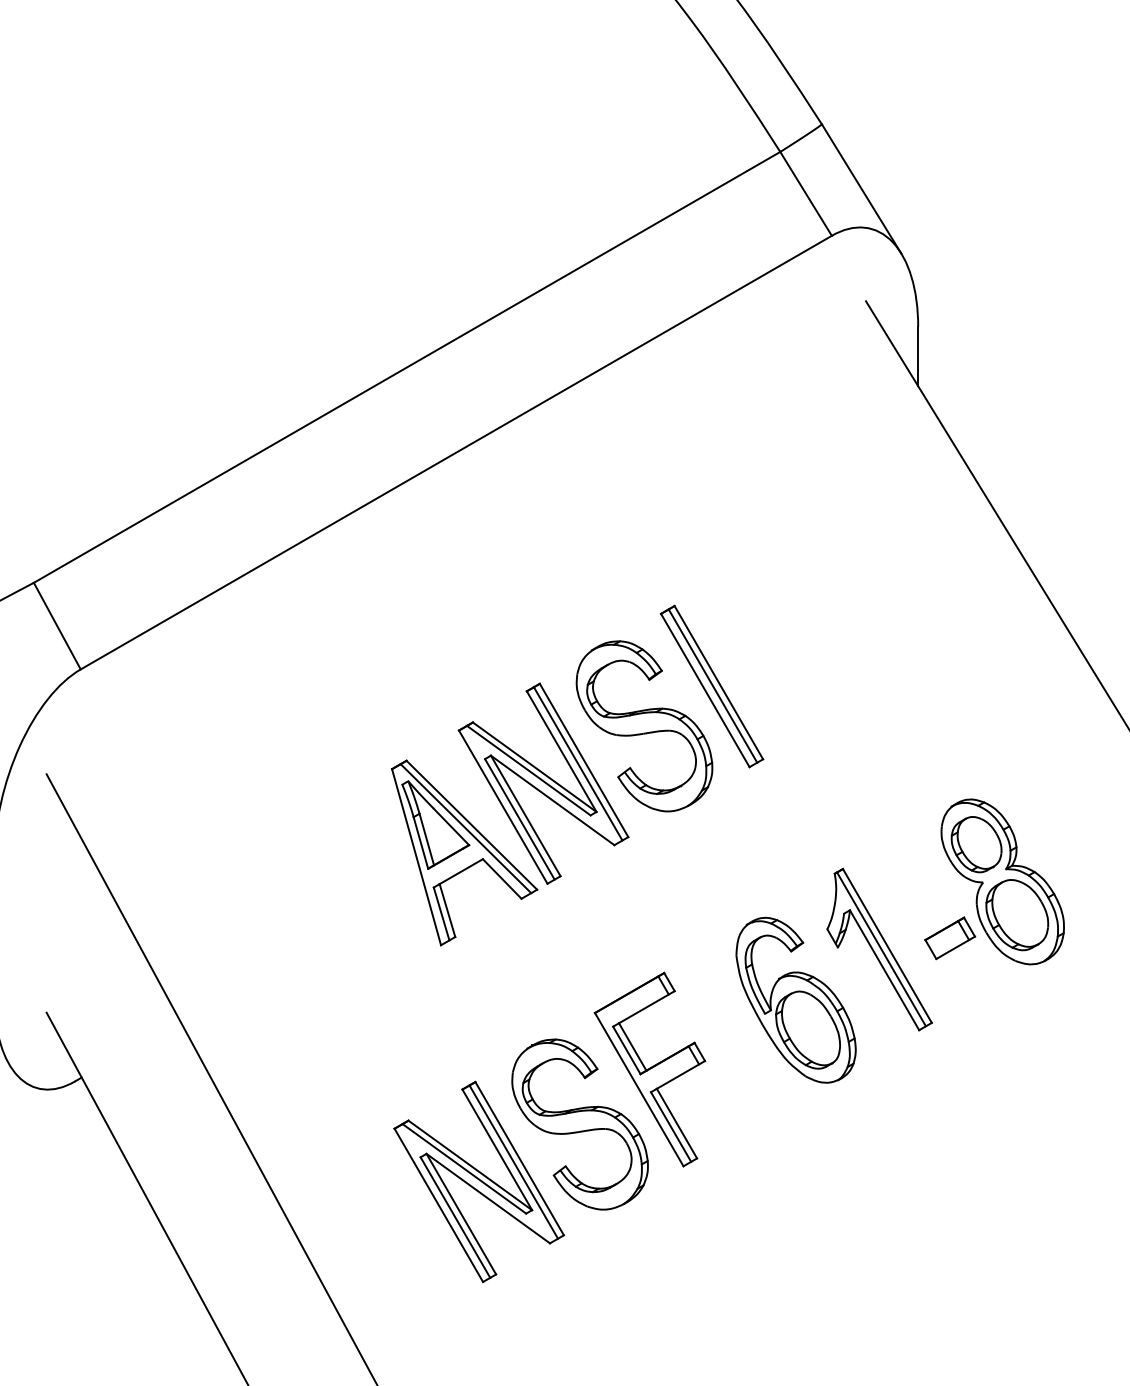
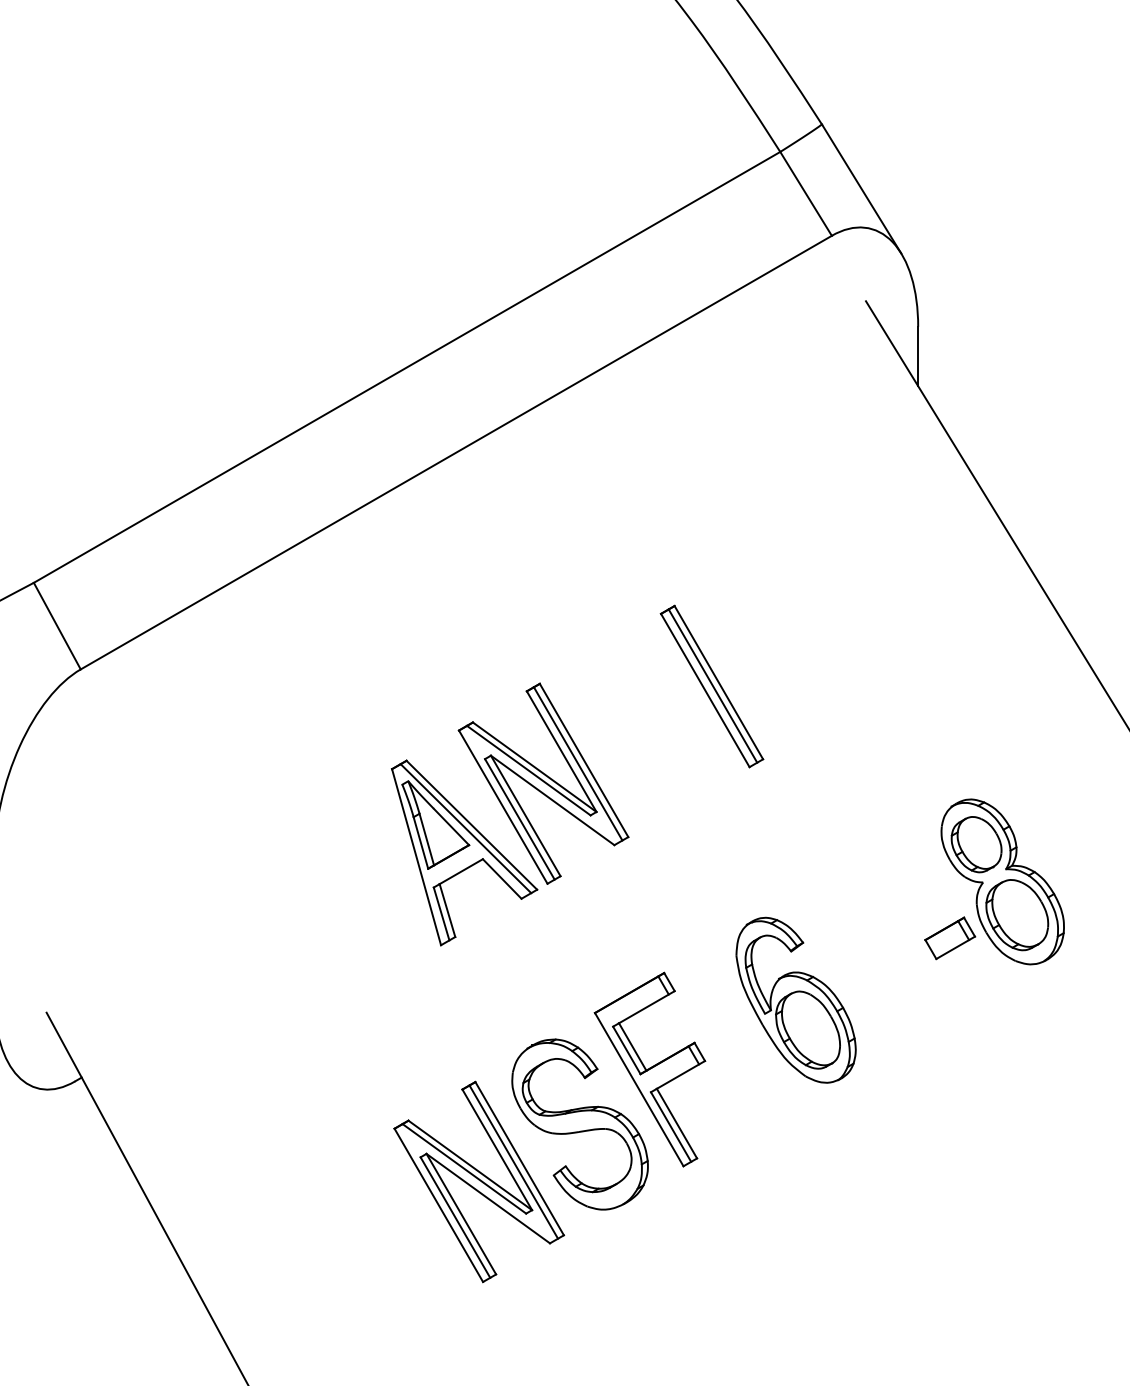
part at (644, 726): present -> none
part at (879, 949): present -> none
line at (210, 1078): present -> none
